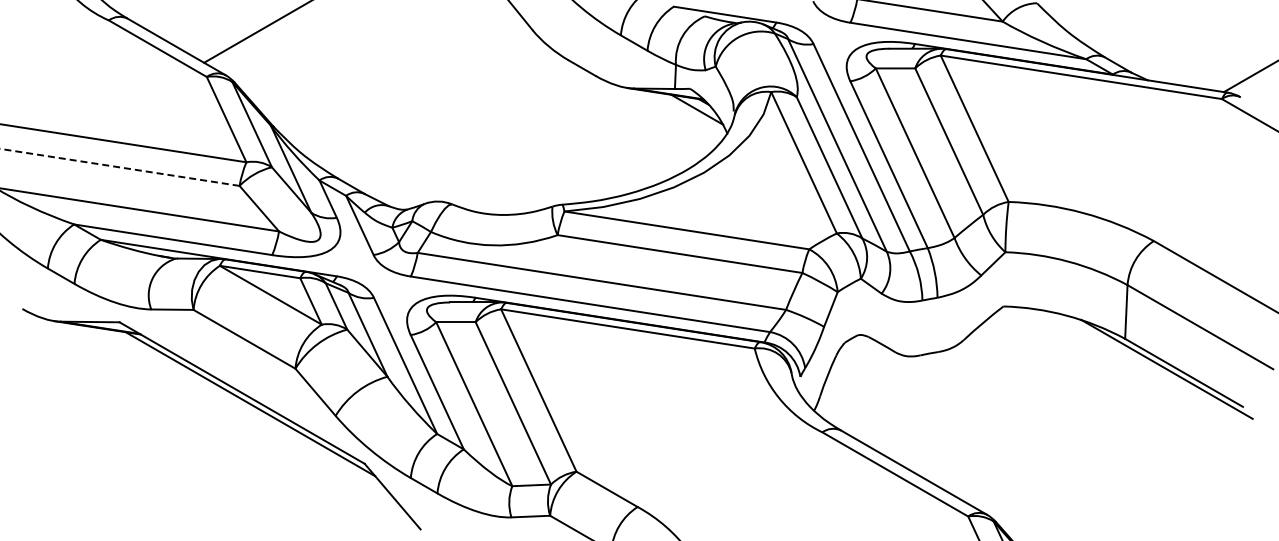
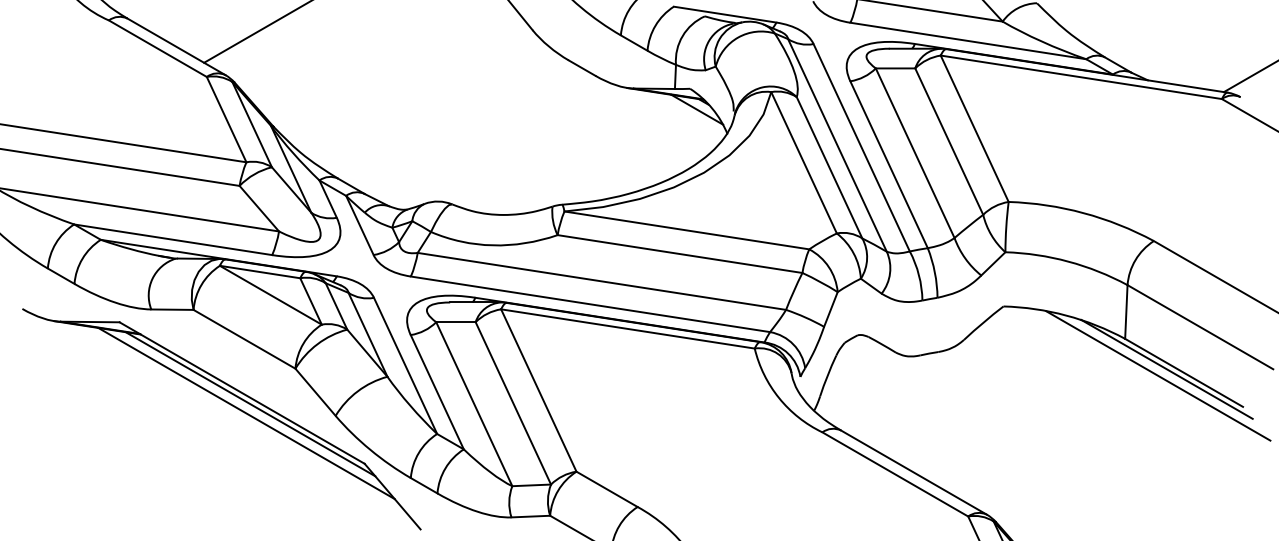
line at (120, 167): dashed -> solid
line at (1158, 375): none -> present
line at (246, 413): none -> present
